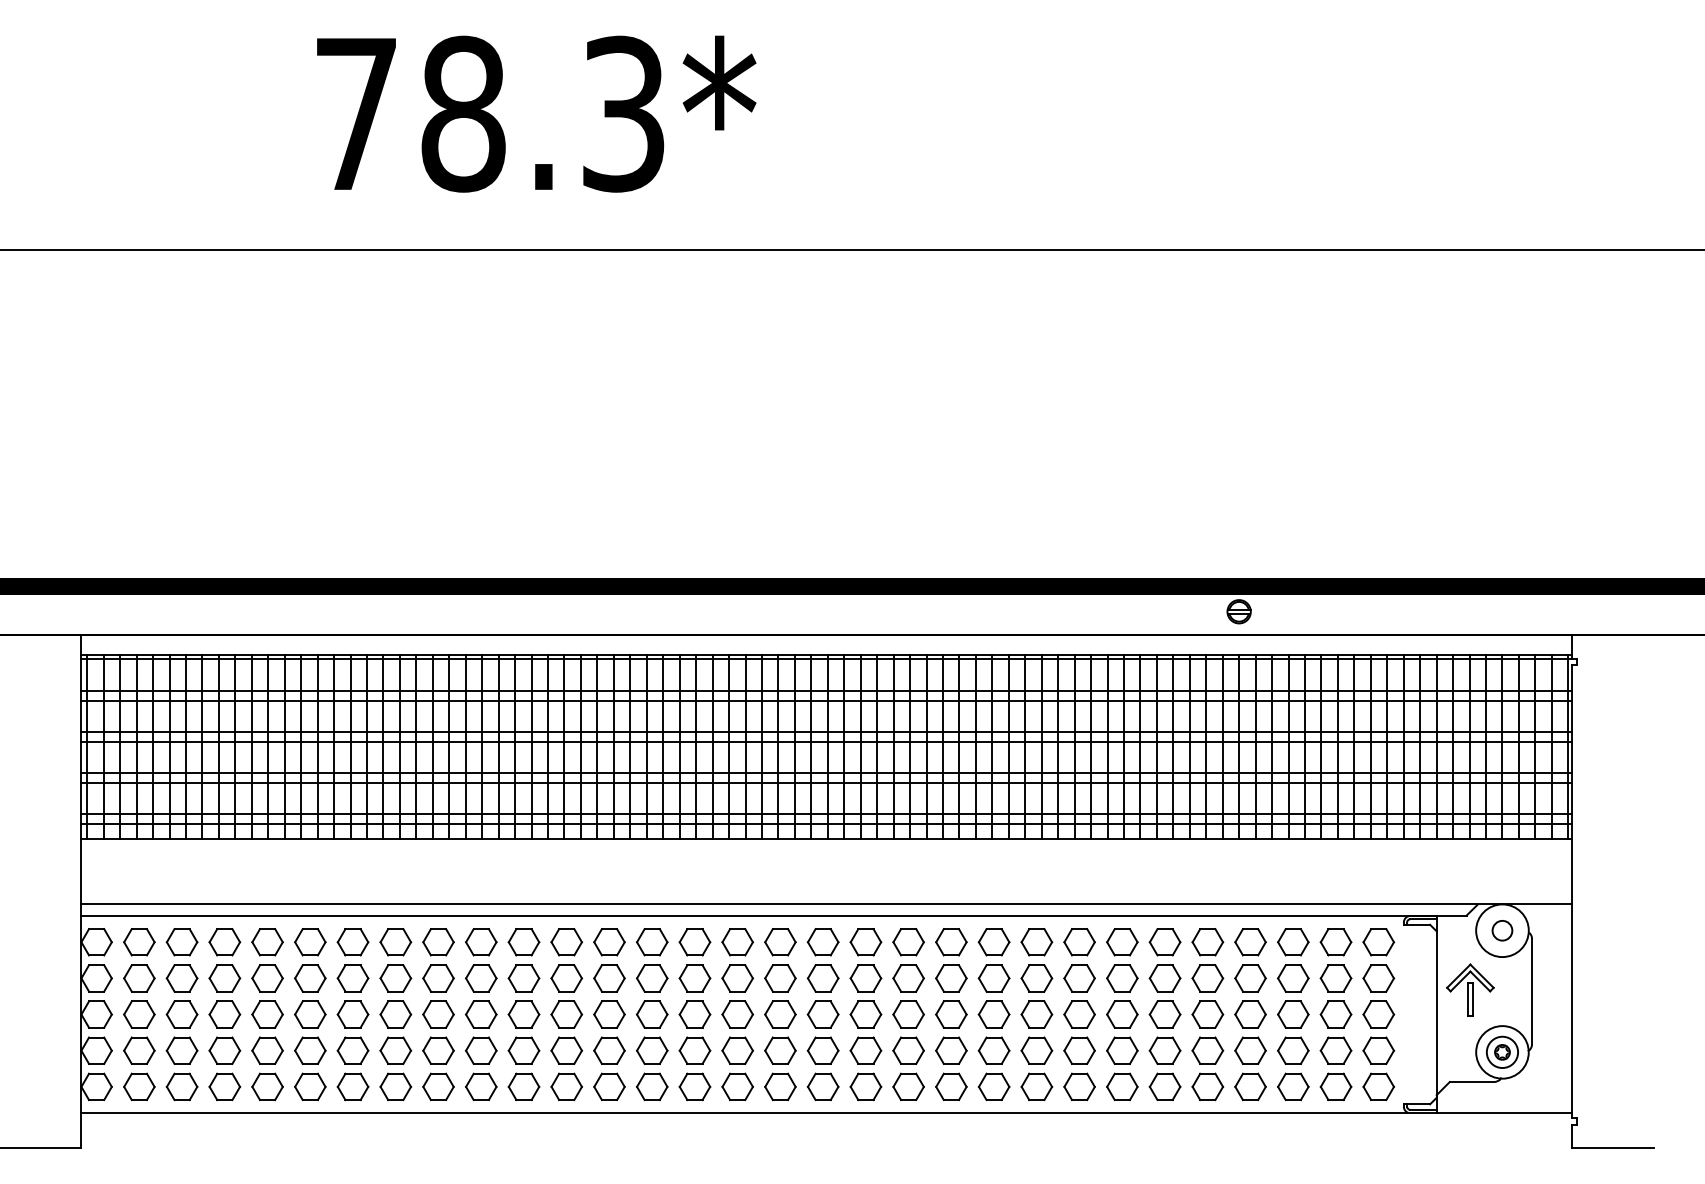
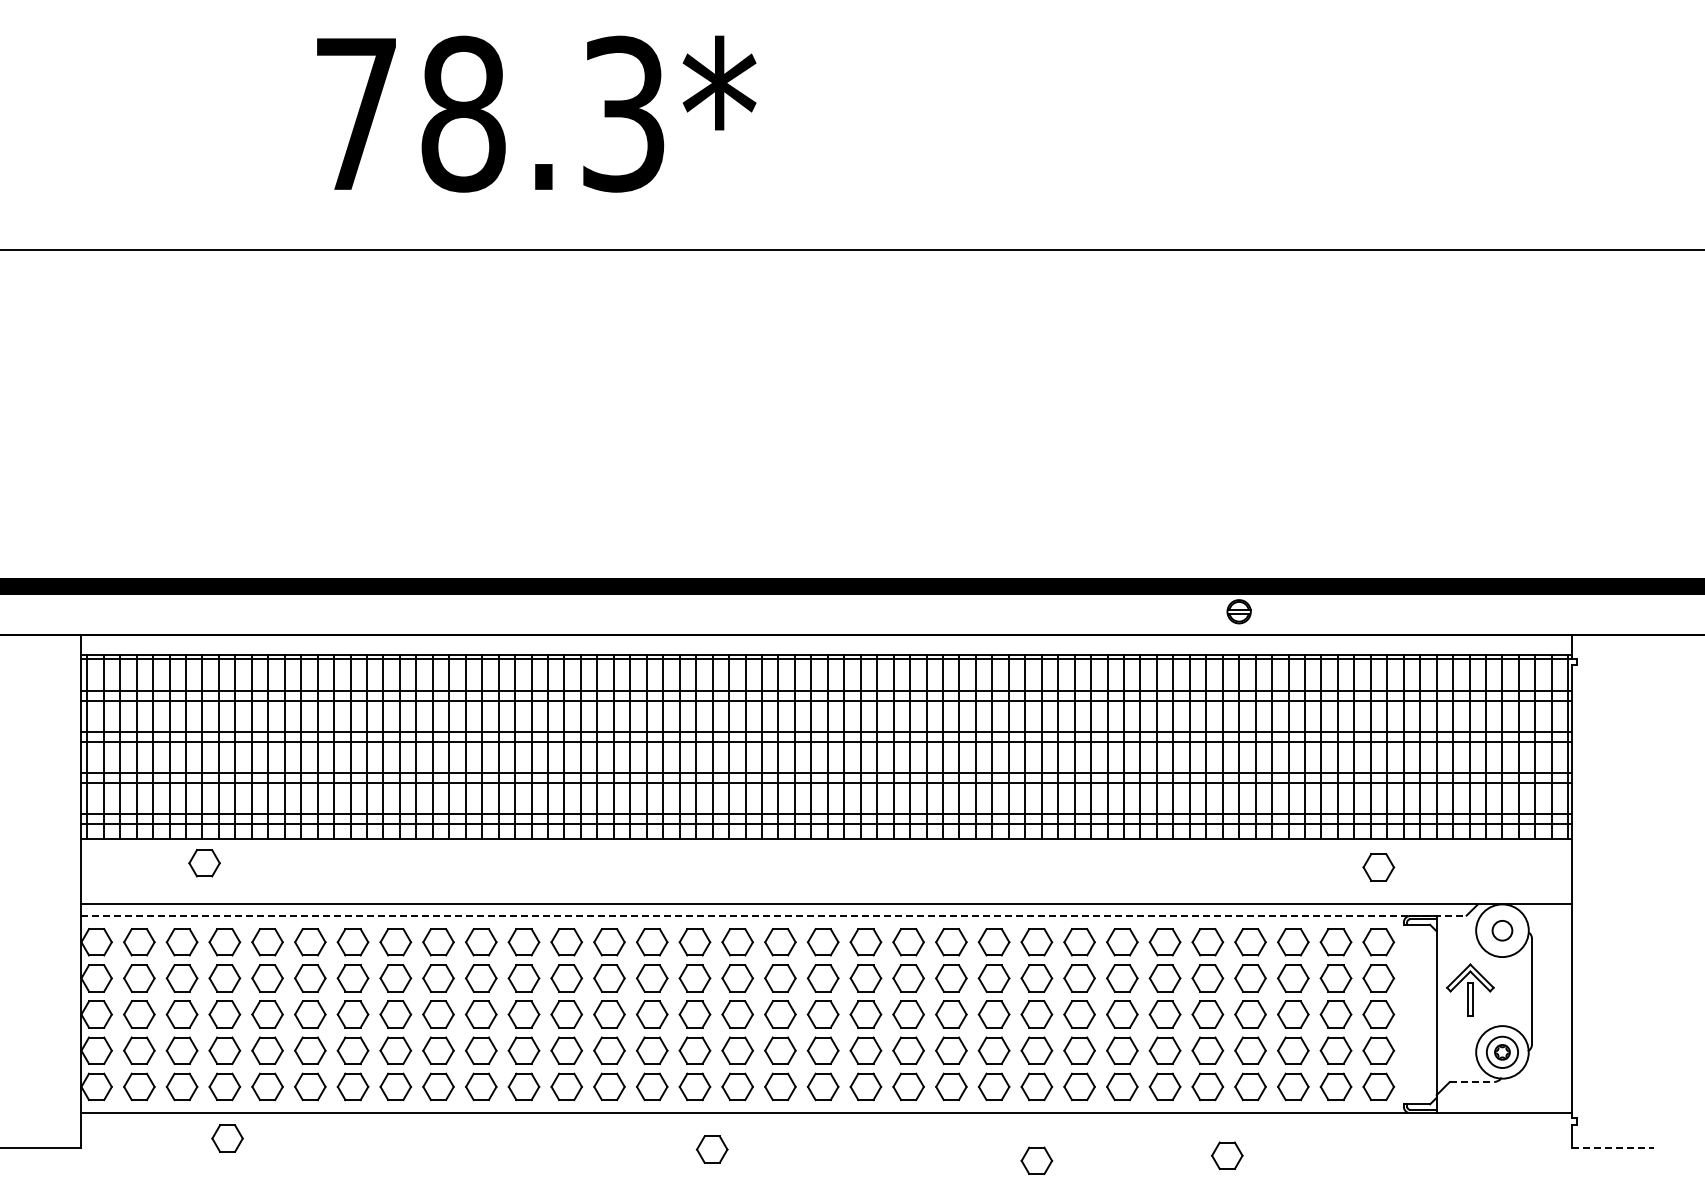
part at (204, 863): none -> present
part at (1378, 867): none -> present
line at (773, 915): solid -> dashed
line at (1472, 1081): solid -> dashed
part at (227, 1138): none -> present
line at (1613, 1148): solid -> dashed
part at (711, 1149): none -> present
part at (1227, 1155): none -> present
part at (1036, 1160): none -> present
